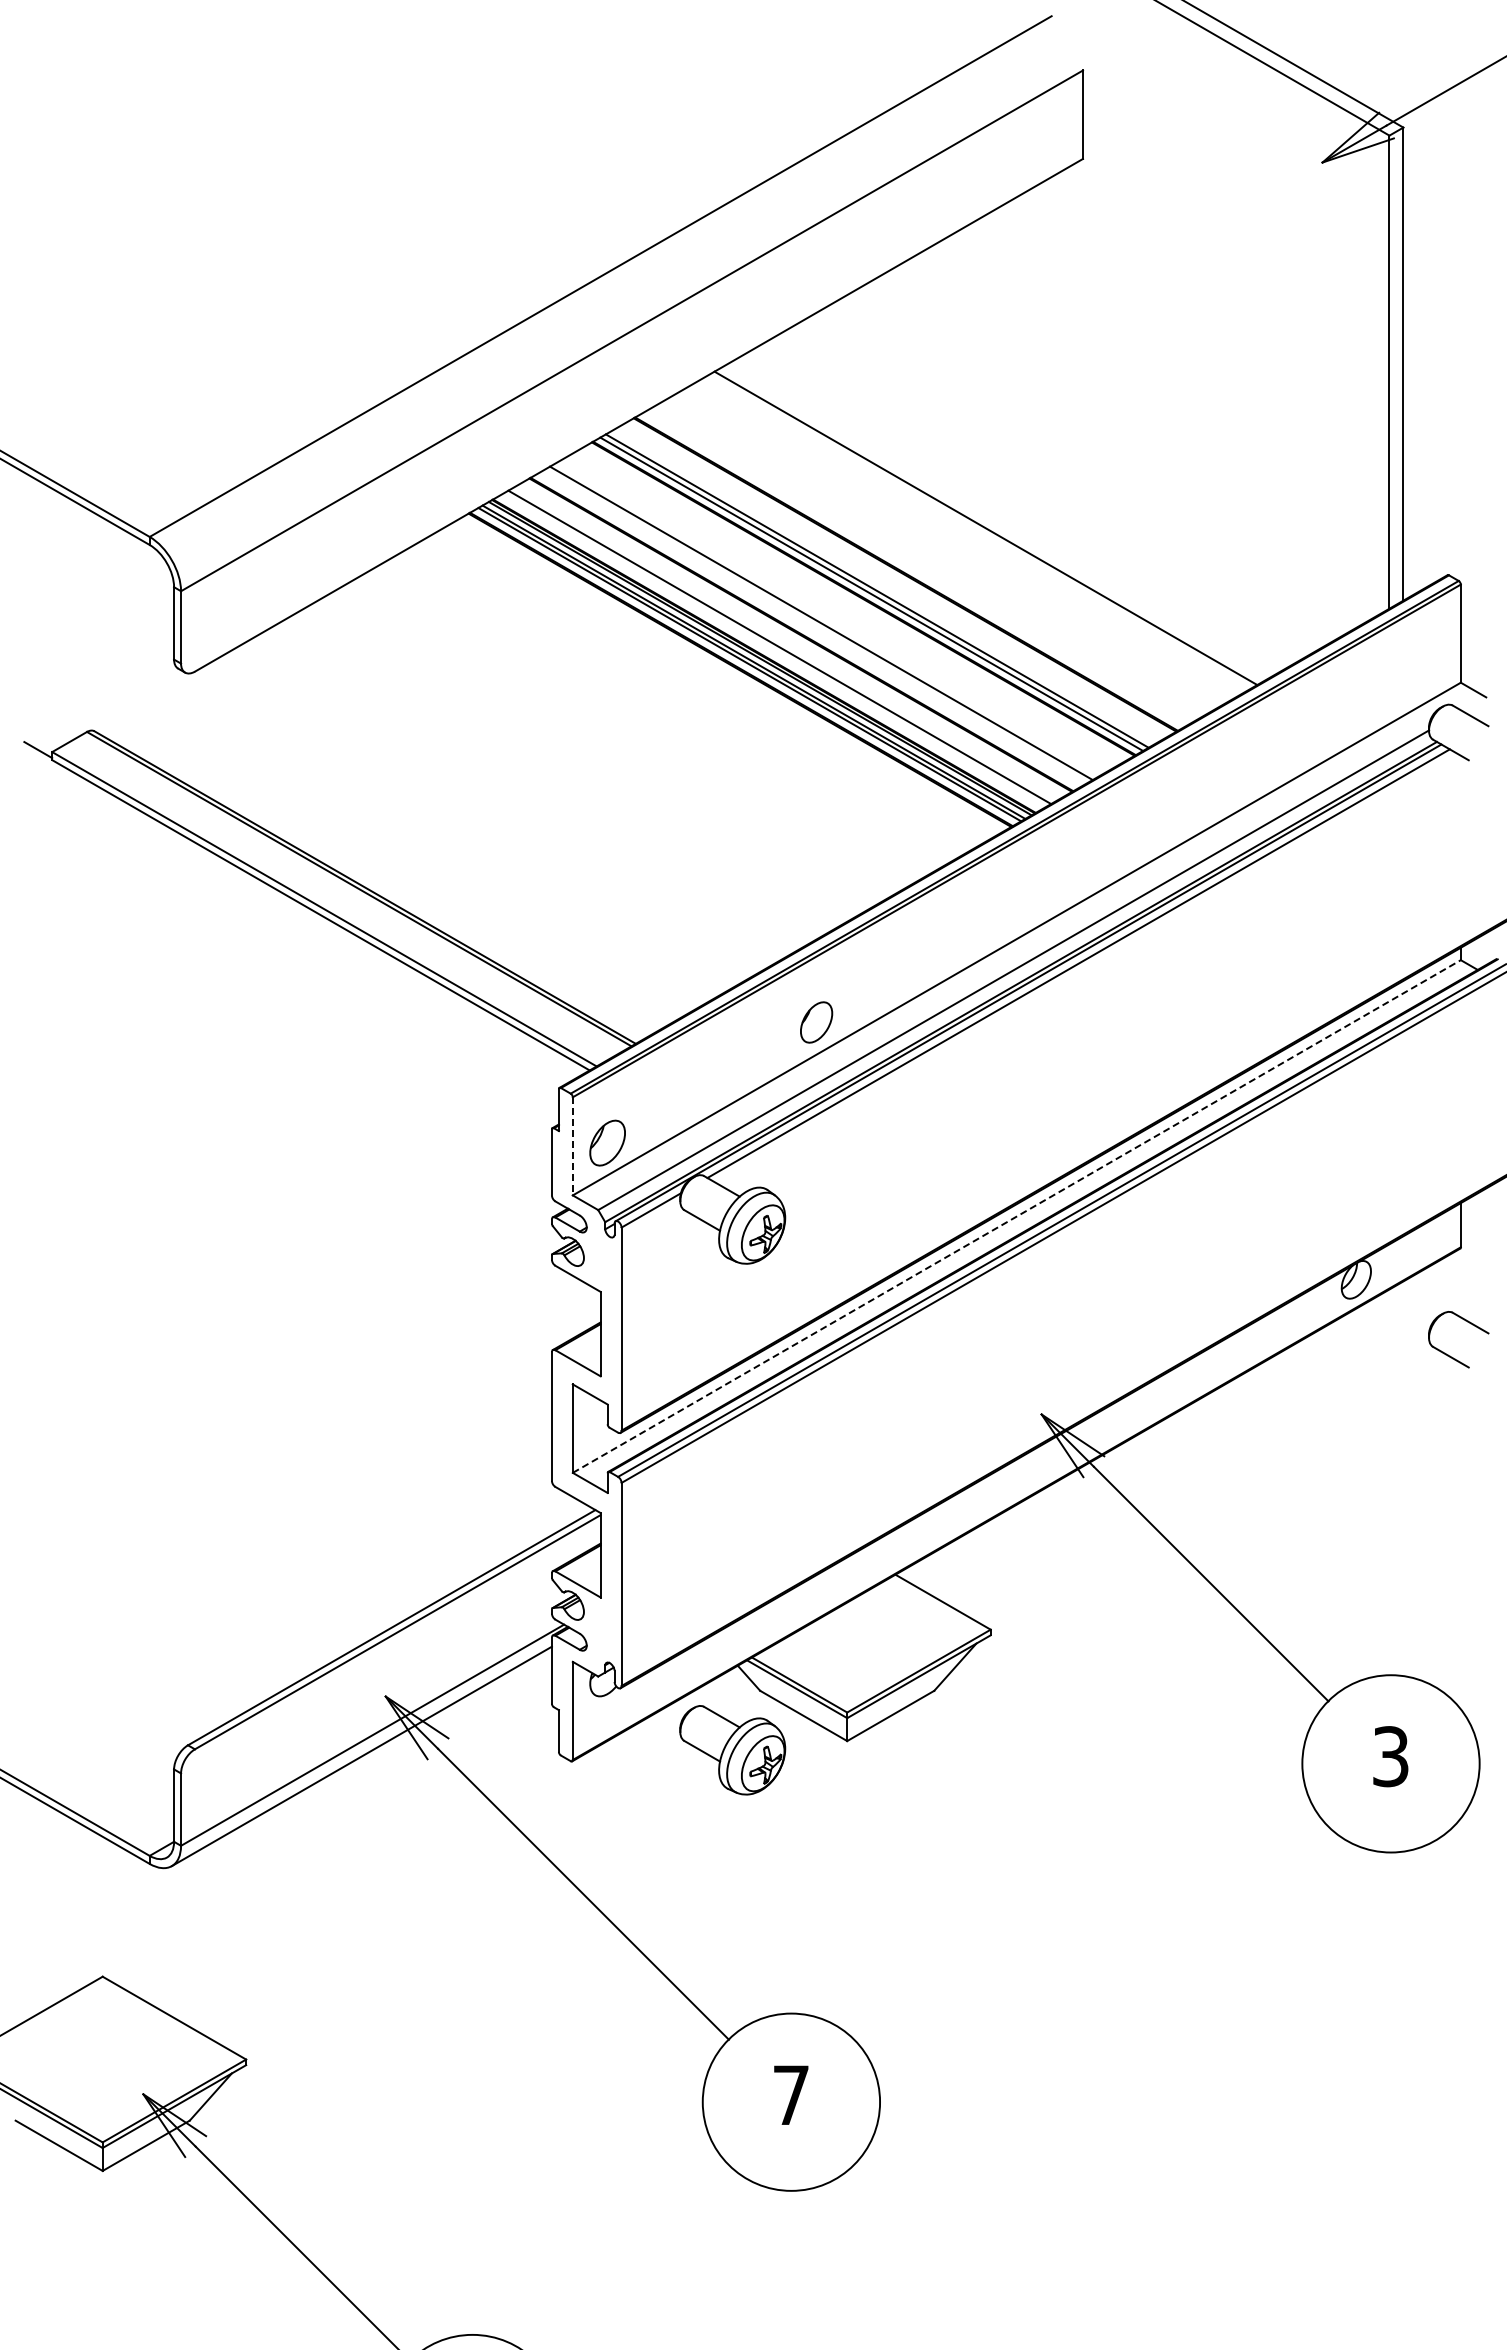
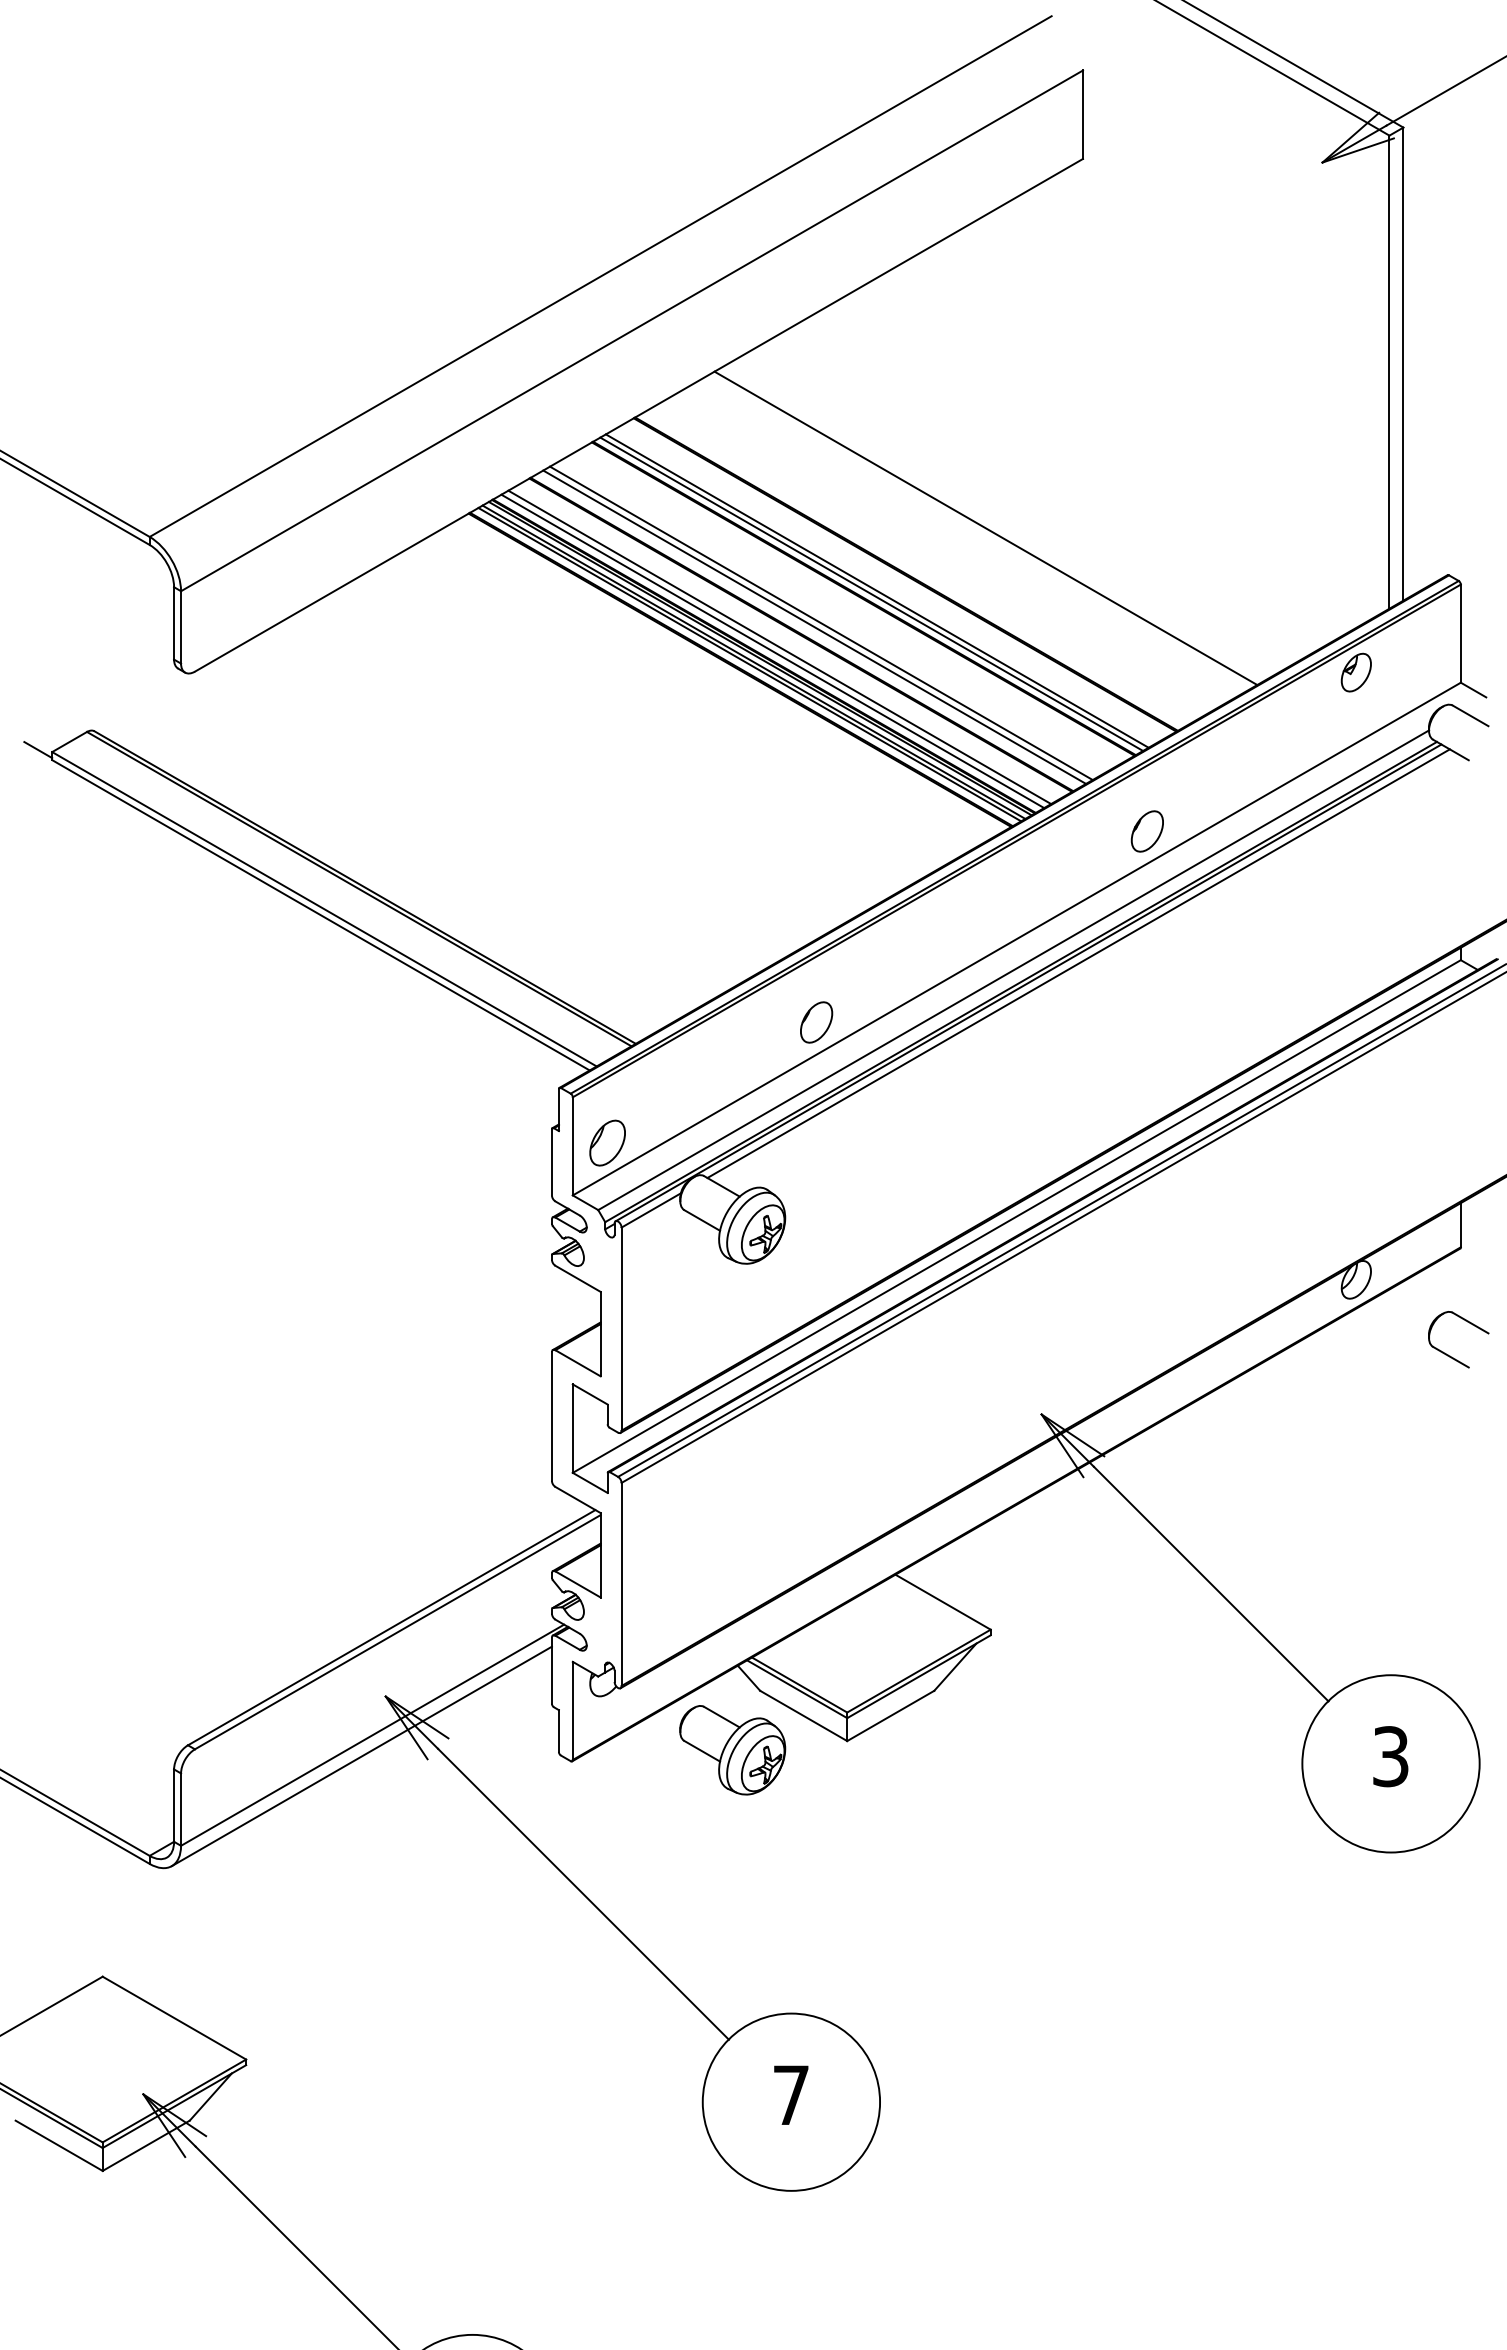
line at (814, 626): none -> present
line at (772, 651): none -> present
part at (1355, 672): none -> present
part at (1146, 831): none -> present
line at (572, 1146): dashed -> solid
line at (1016, 1216): dashed -> solid
